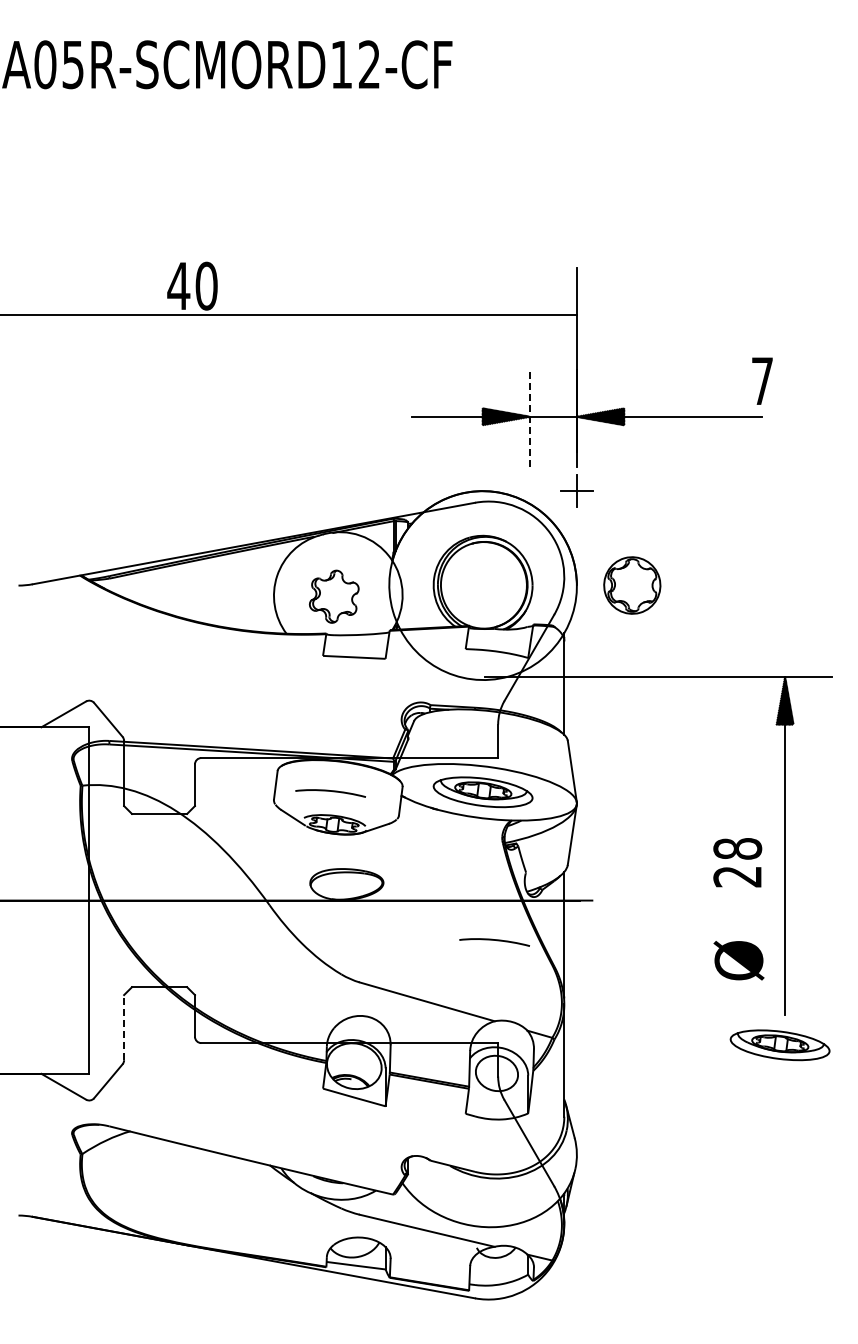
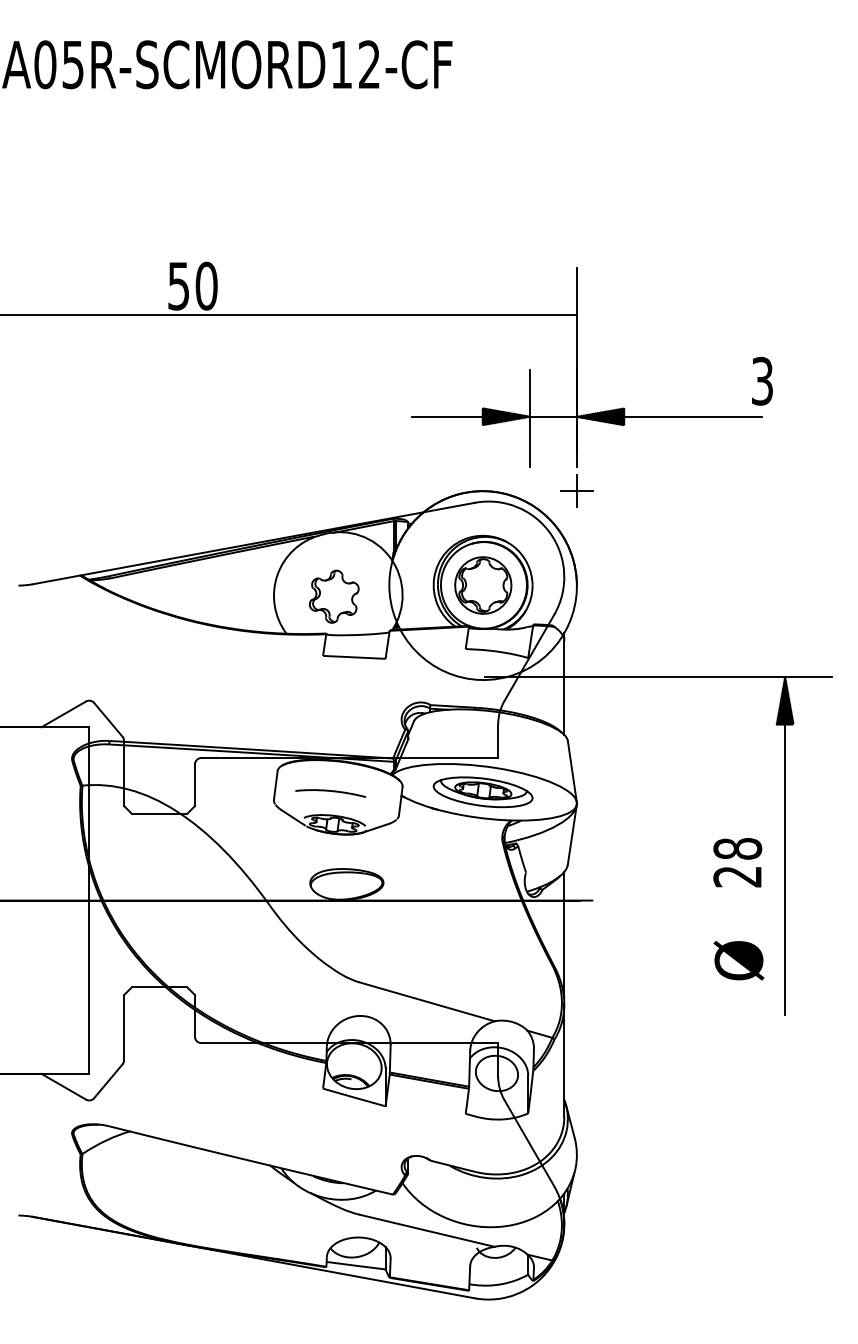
text at (178, 286): 40 -> 50
text at (762, 380): 7 -> 3
line at (530, 418): dashed -> solid
part at (632, 585) position: (632, 585) -> (483, 585)
curve at (494, 940): present -> none
line at (124, 1027): dashed -> solid
part at (779, 1045): present -> none
